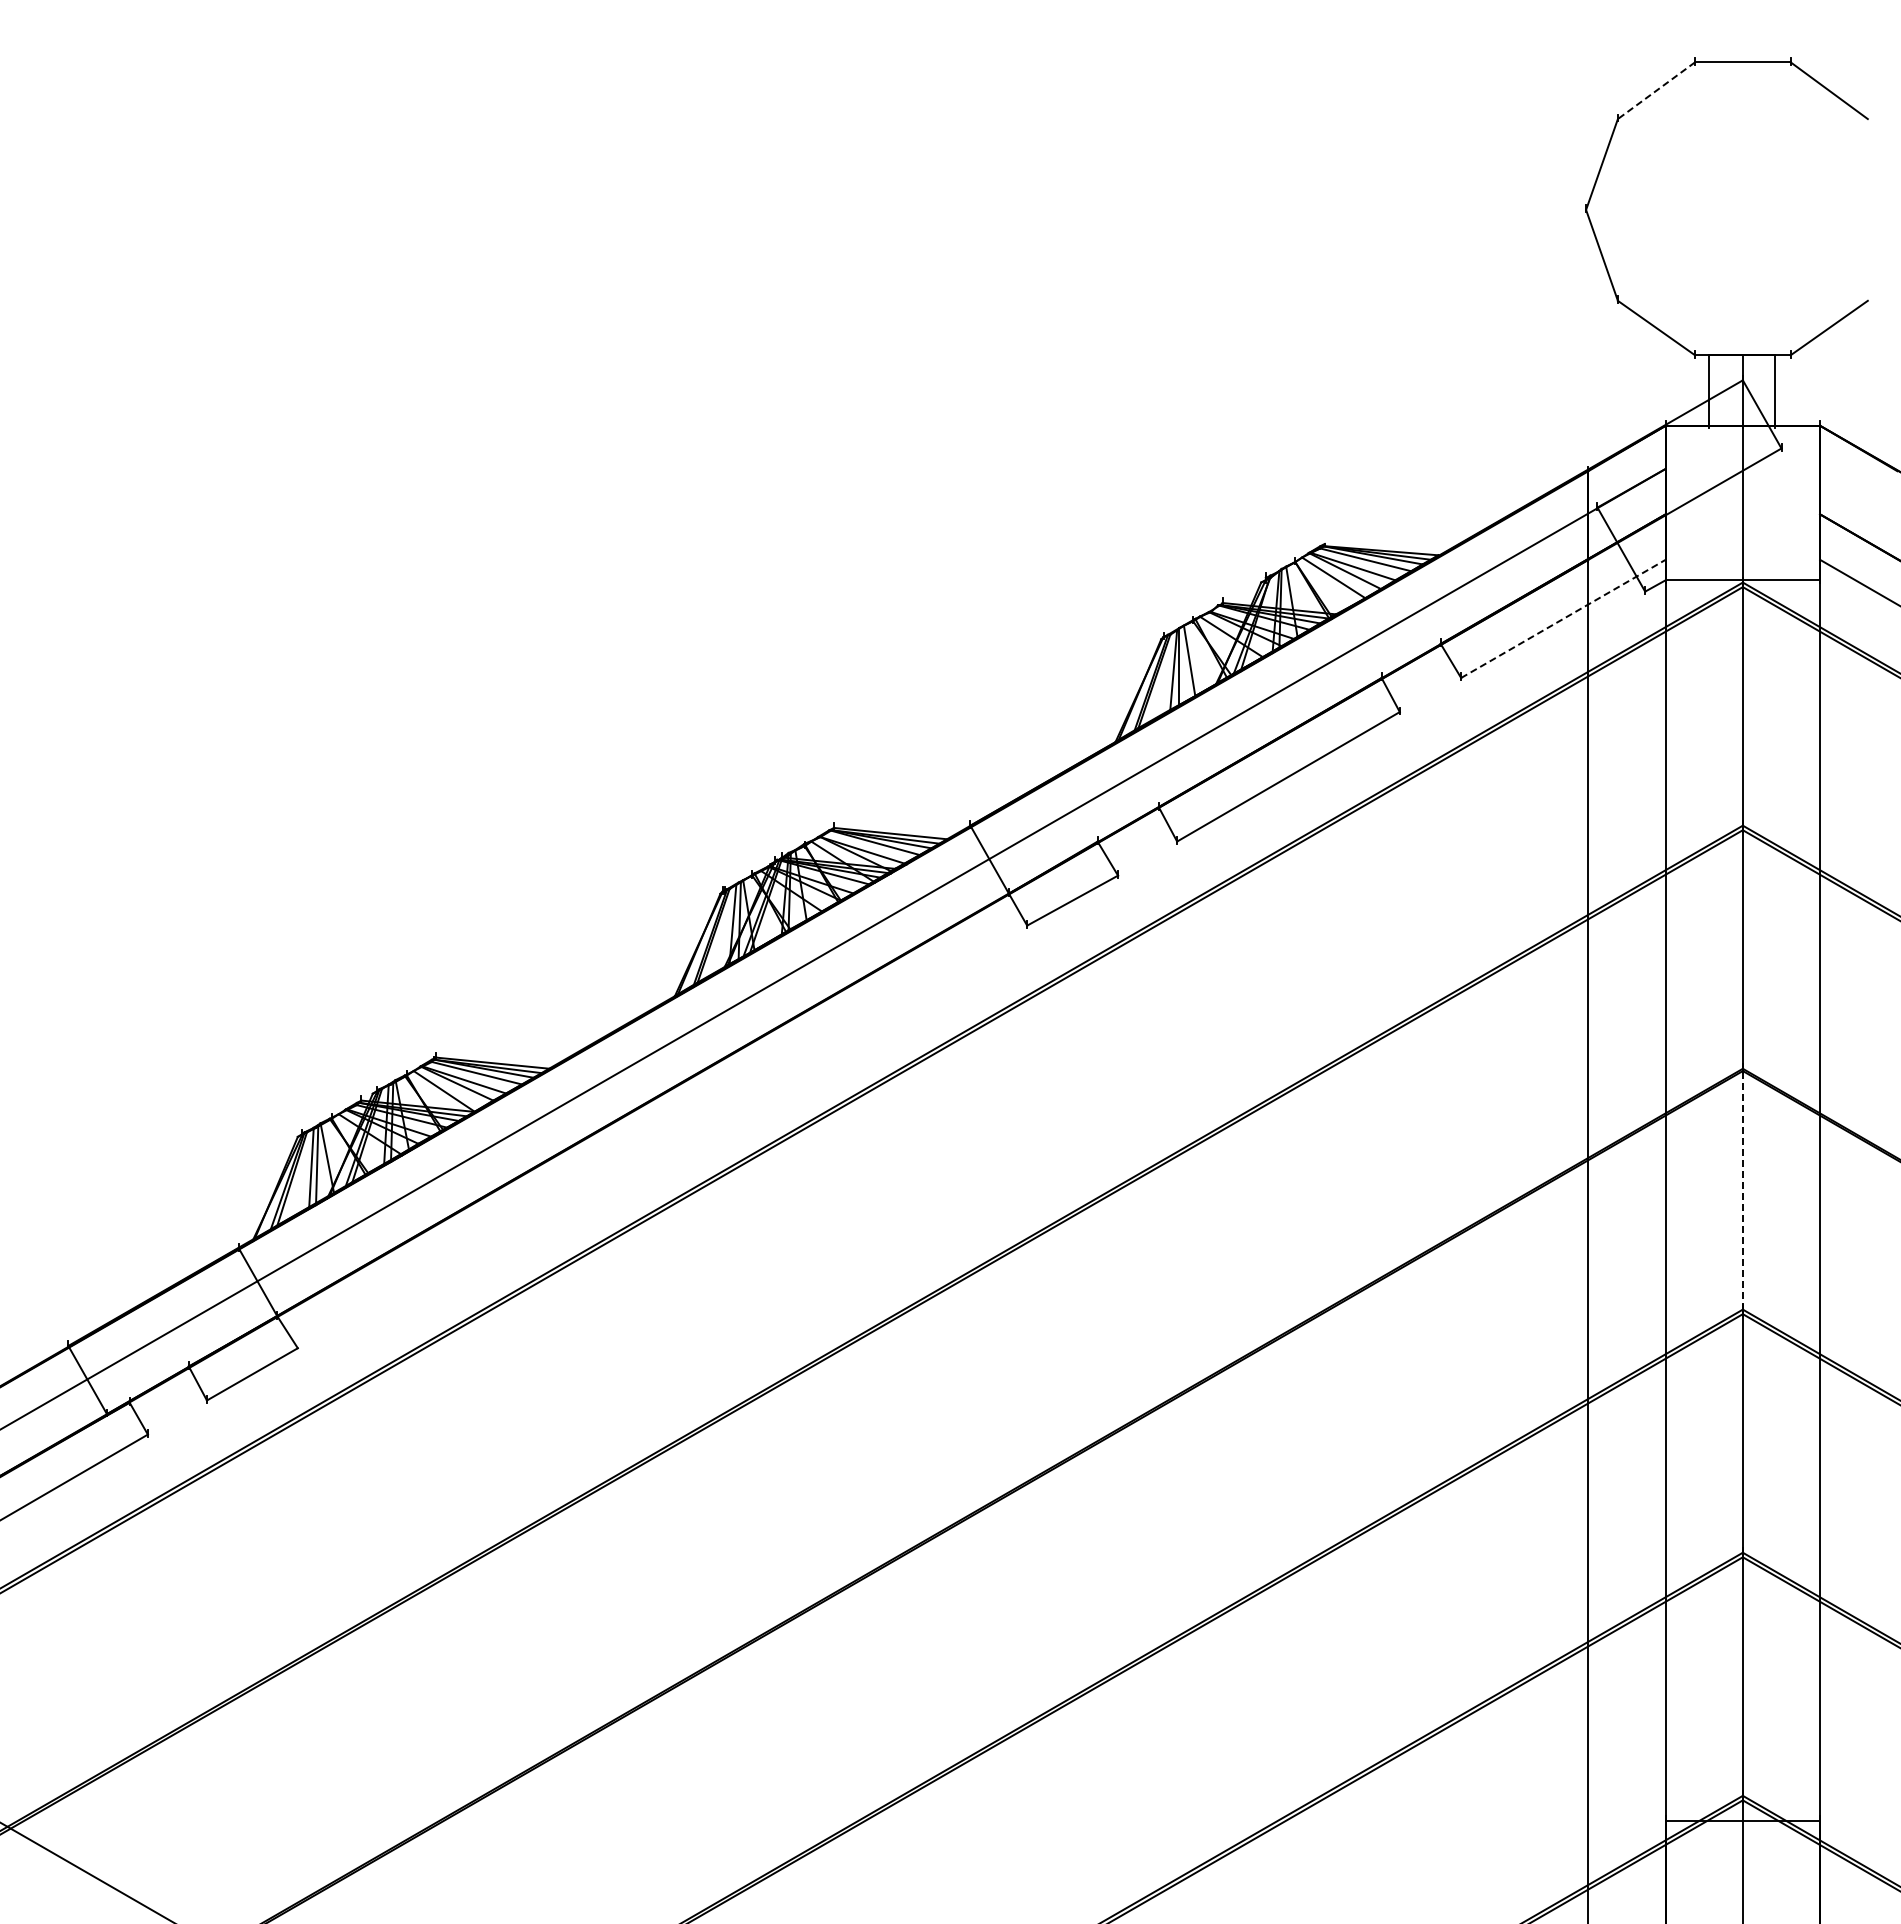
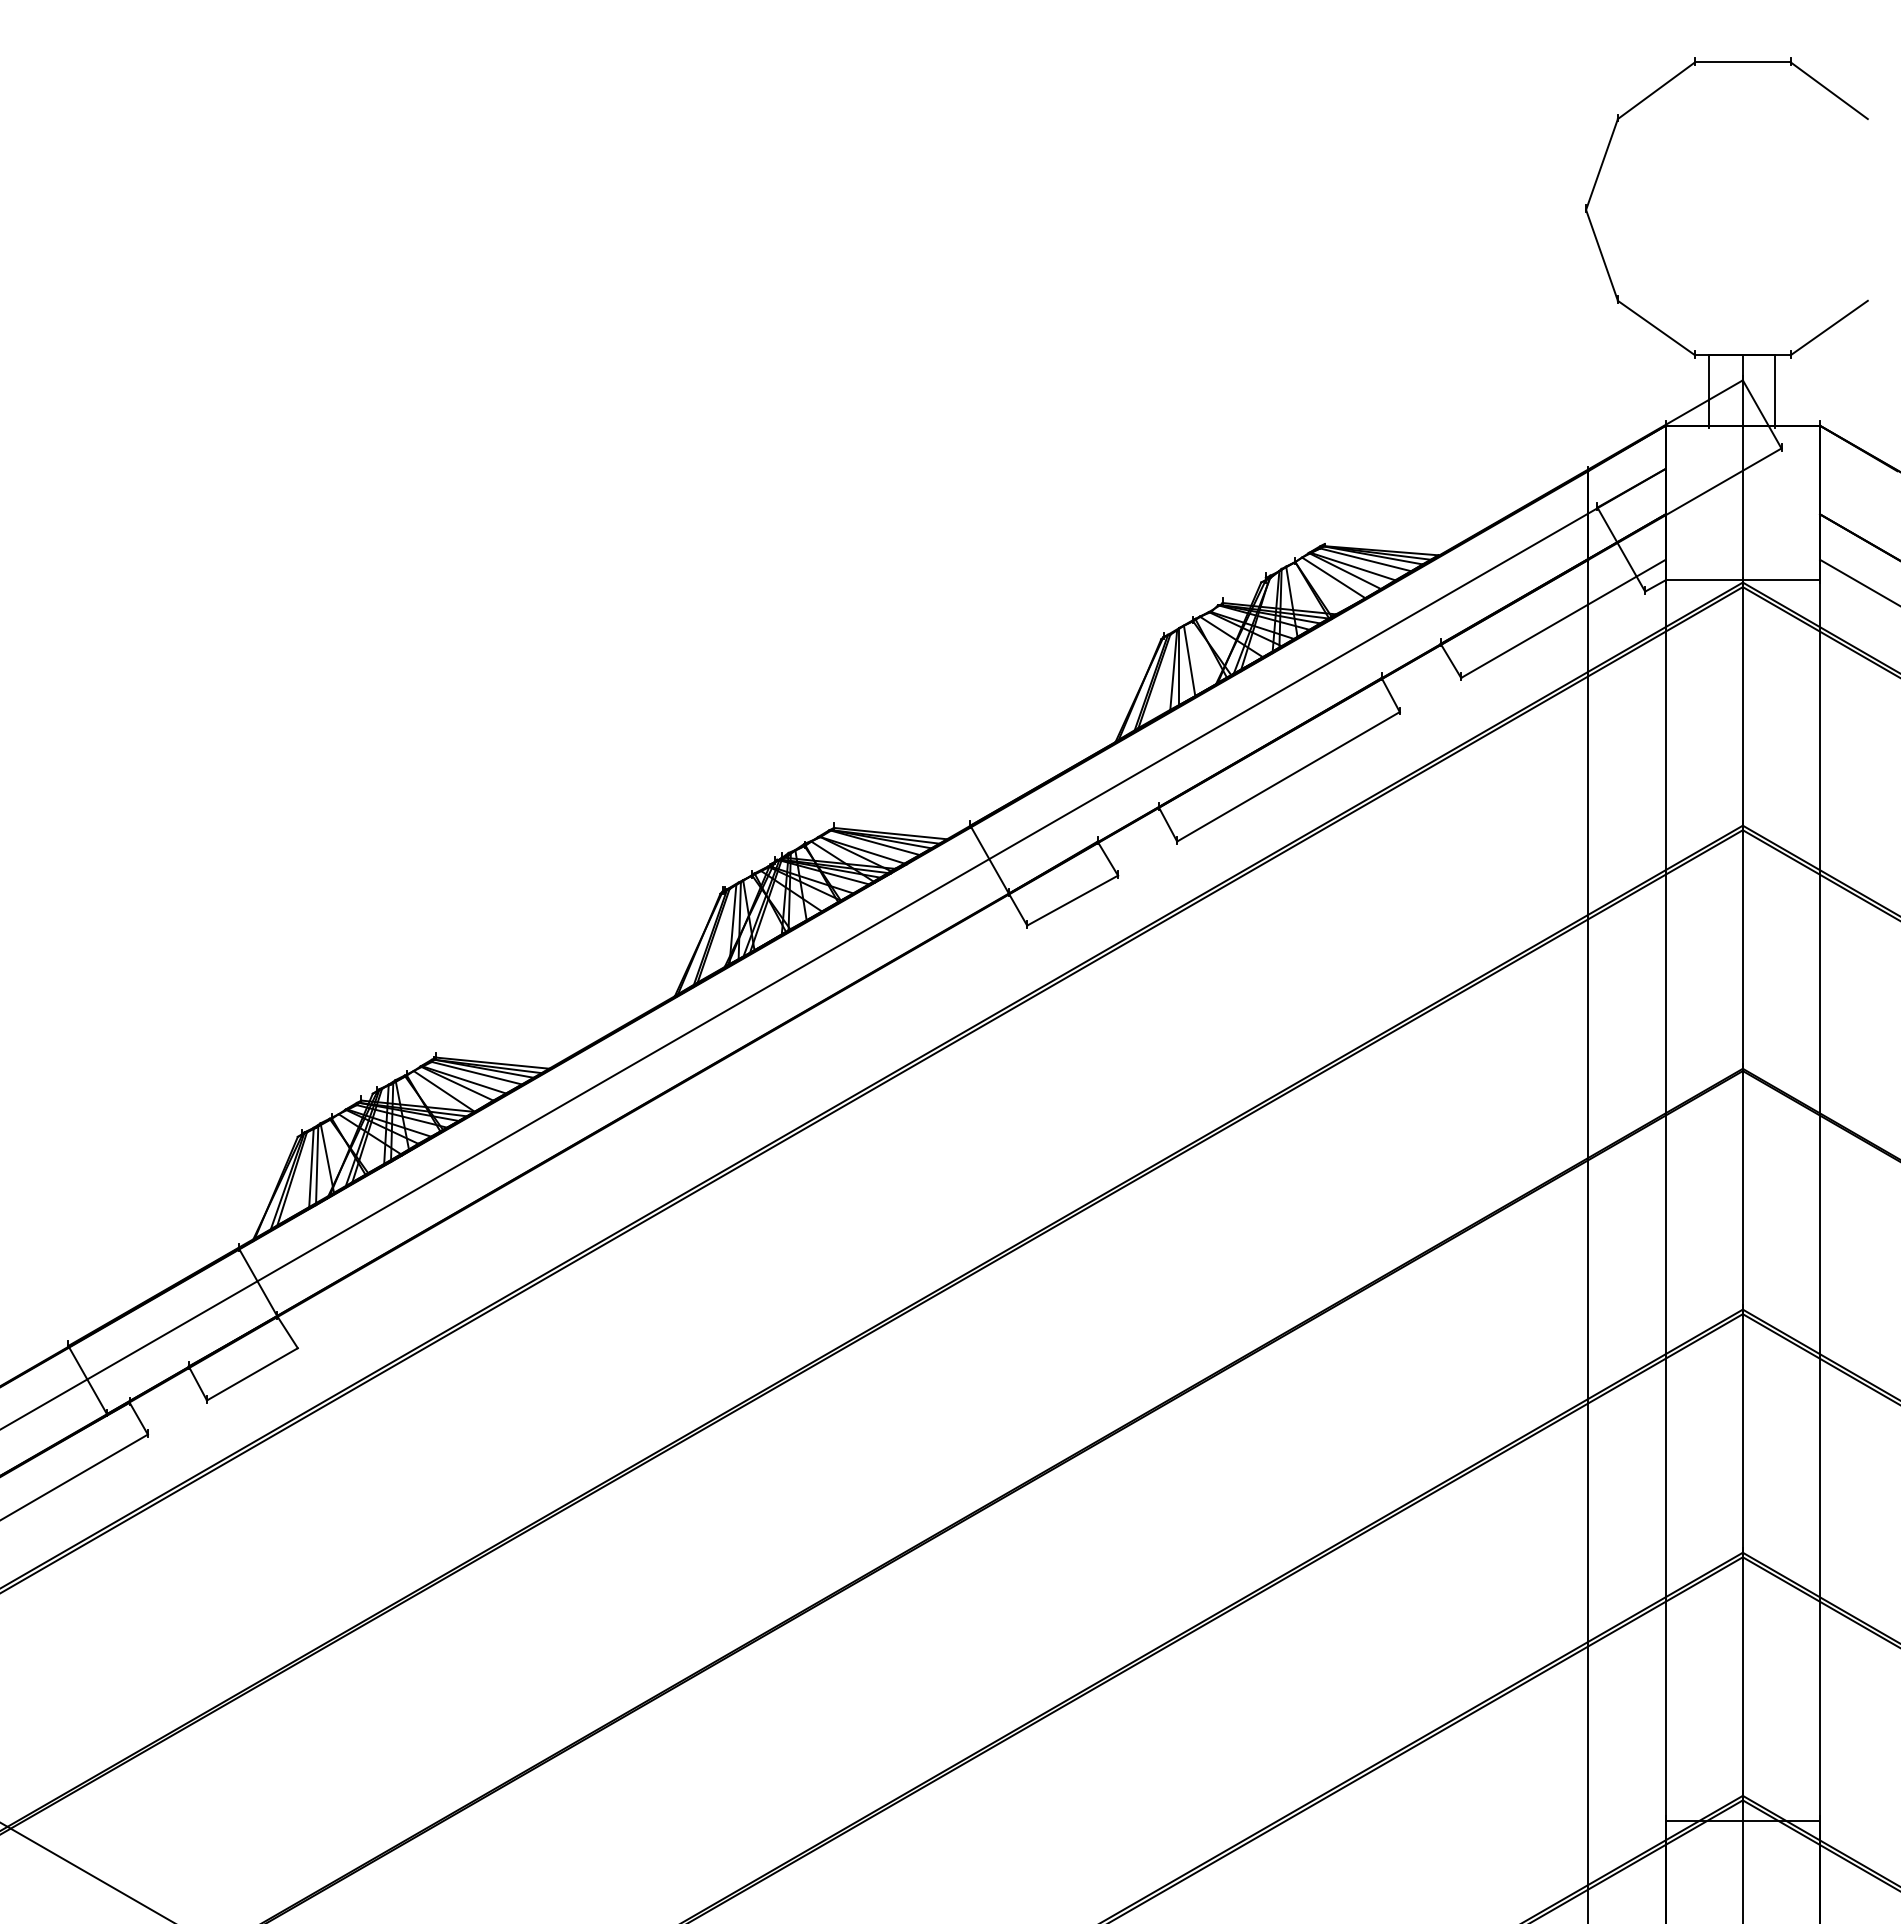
line at (1656, 90): dashed -> solid
line at (1563, 618): dashed -> solid
line at (1742, 1189): dashed -> solid
